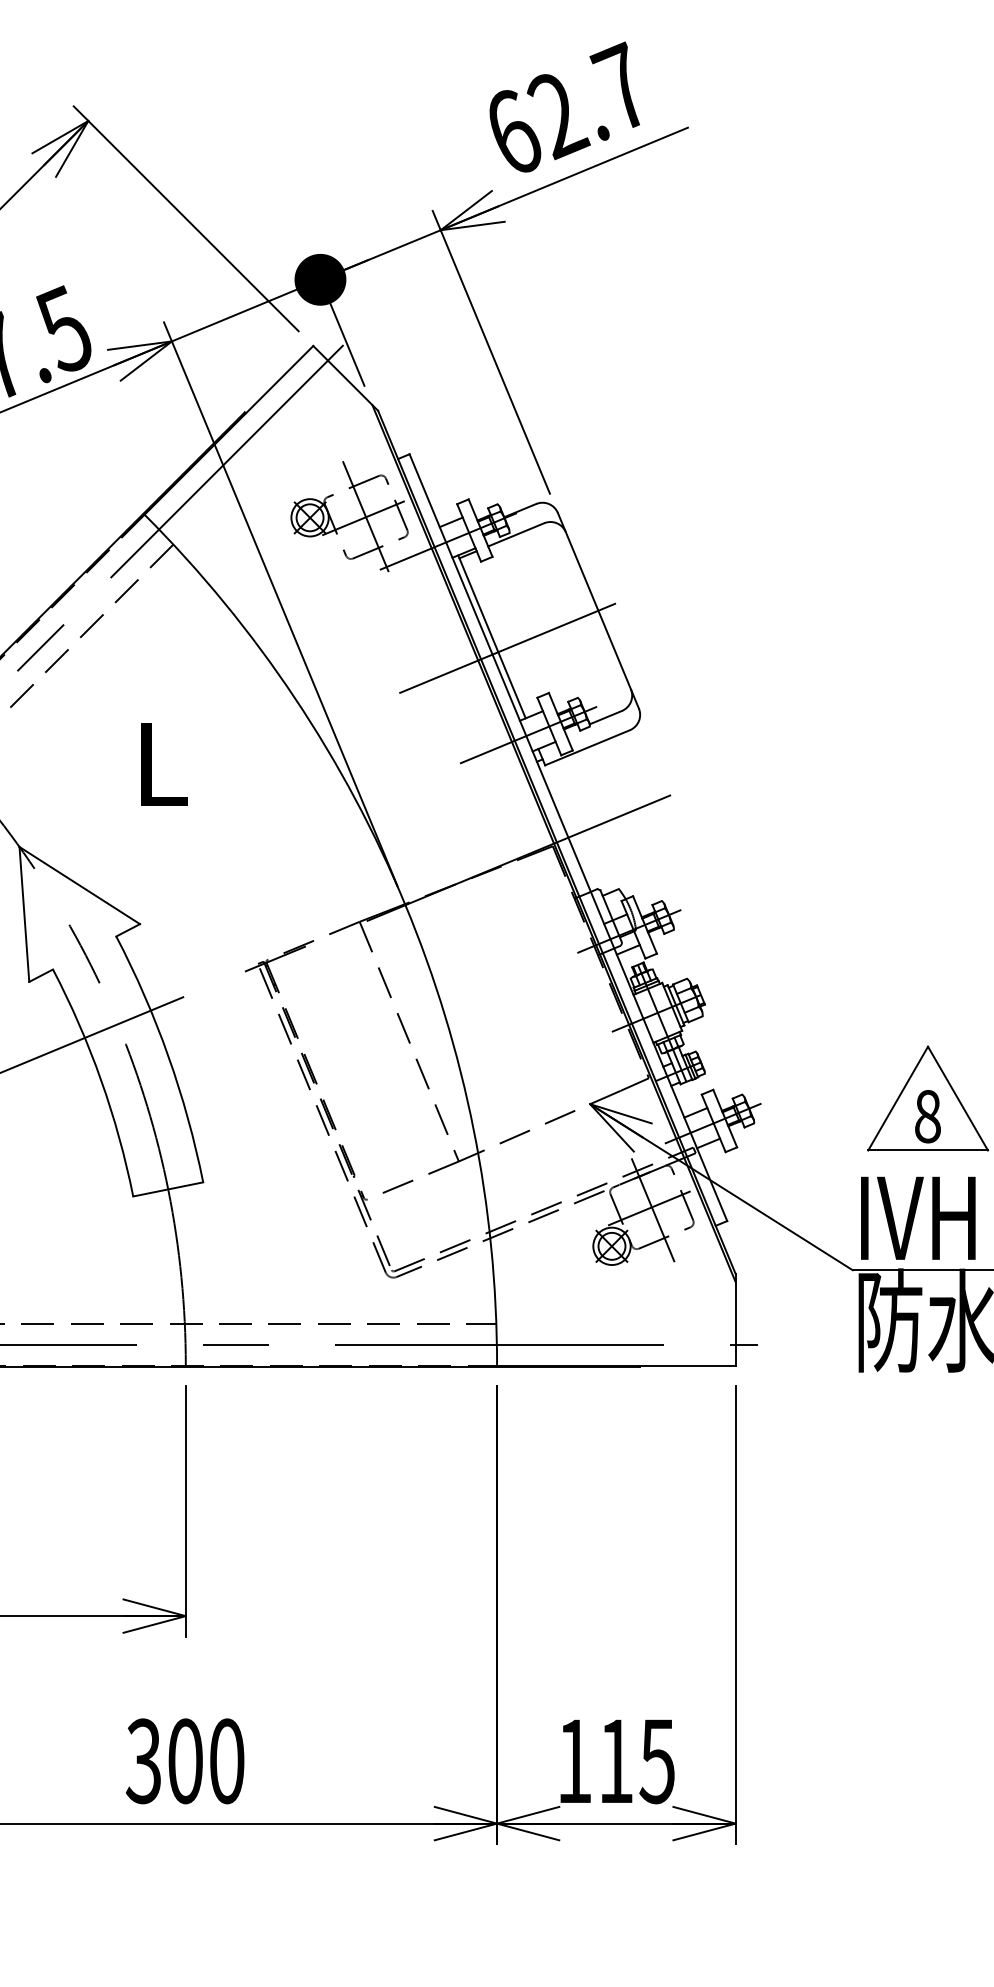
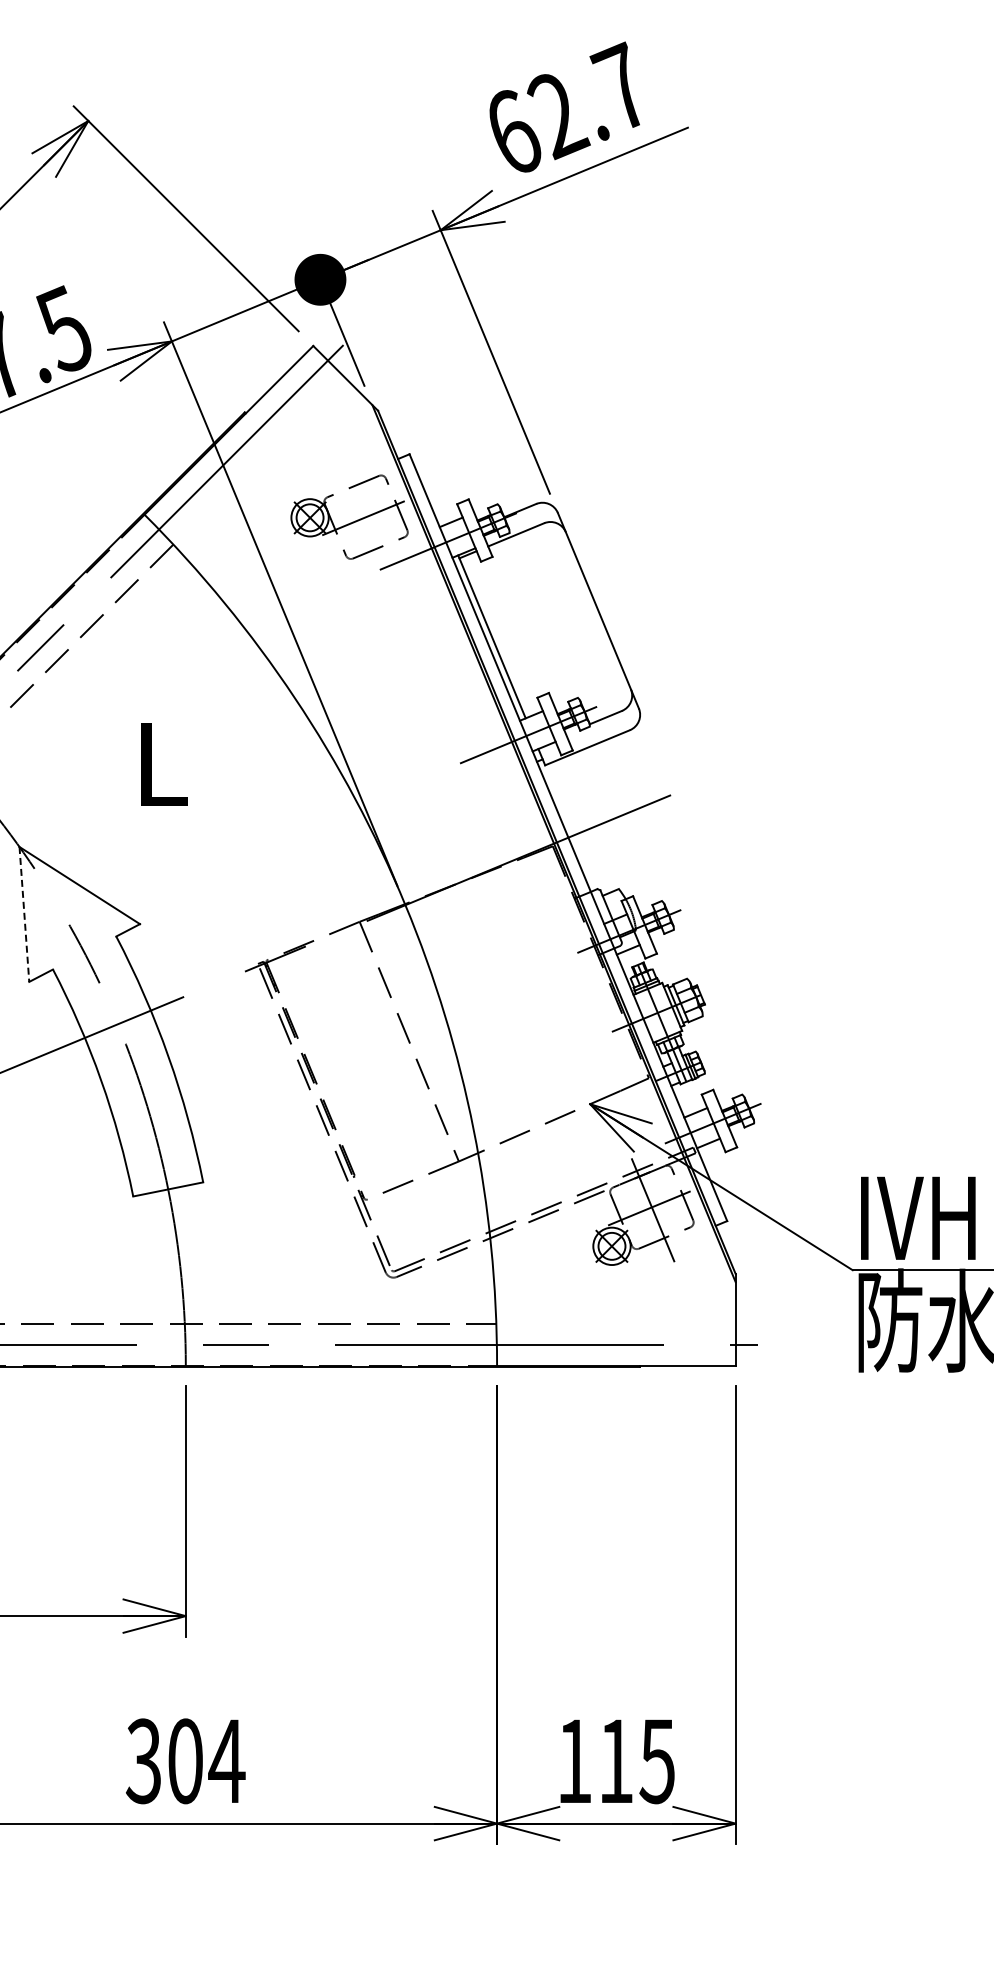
line at (365, 516): present -> none
line at (507, 648): present -> none
line at (24, 914): solid -> dashed
part at (927, 1098): present -> none
text at (226, 1761): 300 -> 304
